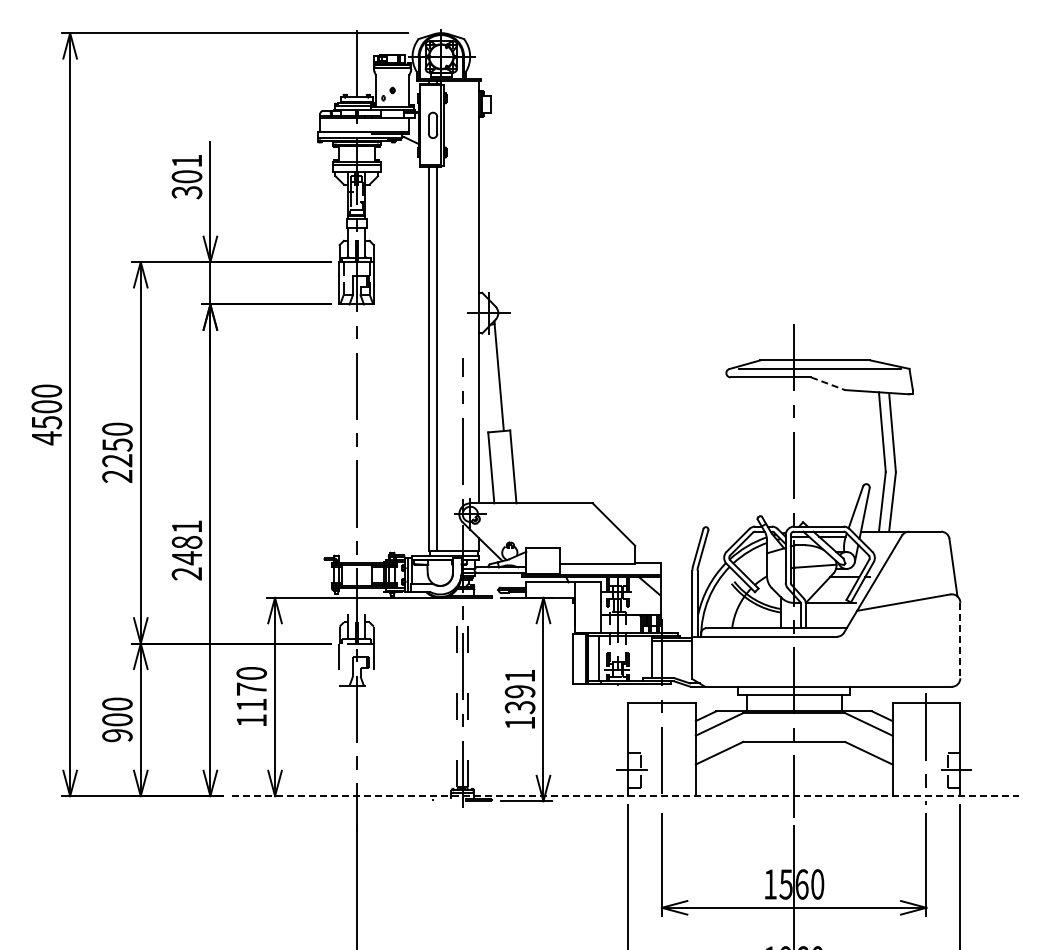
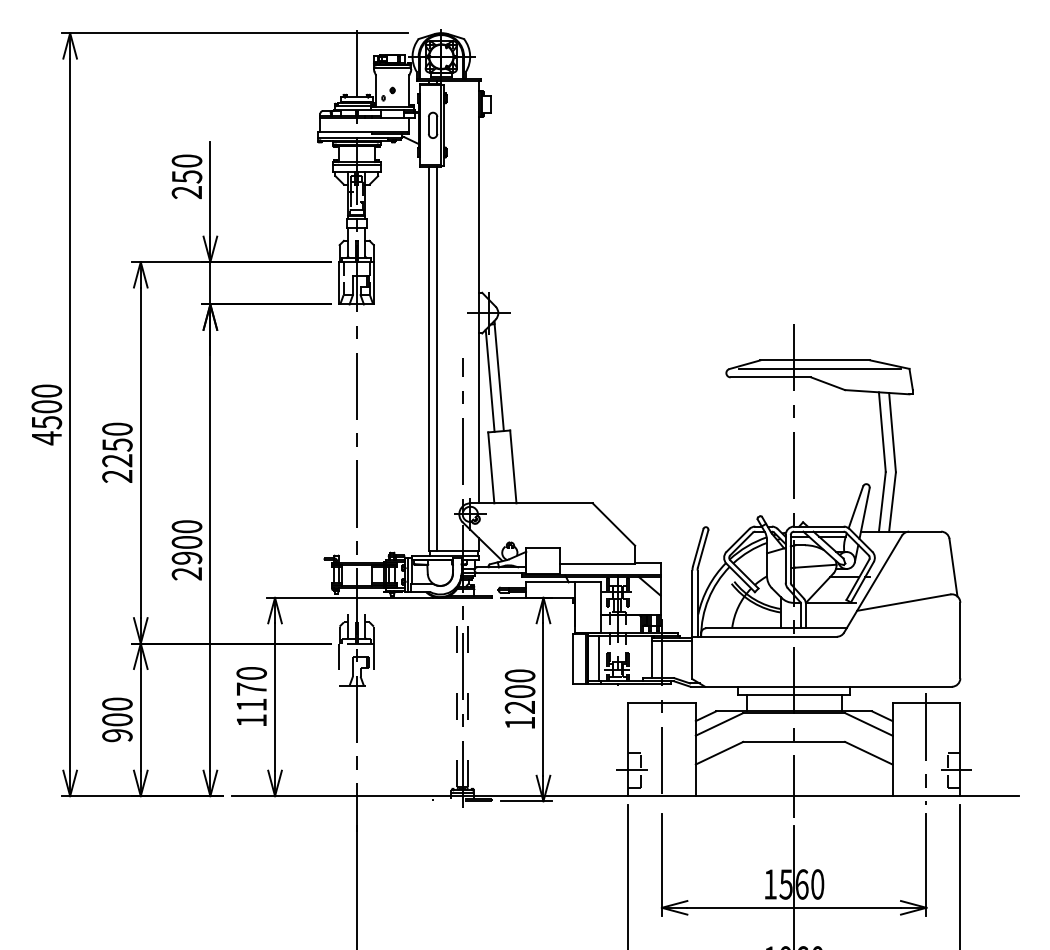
text at (186, 176): 301 -> 250
line at (489, 380): none -> present
line at (828, 383): dashed -> solid
text at (186, 542): 2481 -> 2900
line at (960, 640): dashed -> solid
text at (519, 691): 1391 -> 1200
line at (625, 796): dashed -> solid
